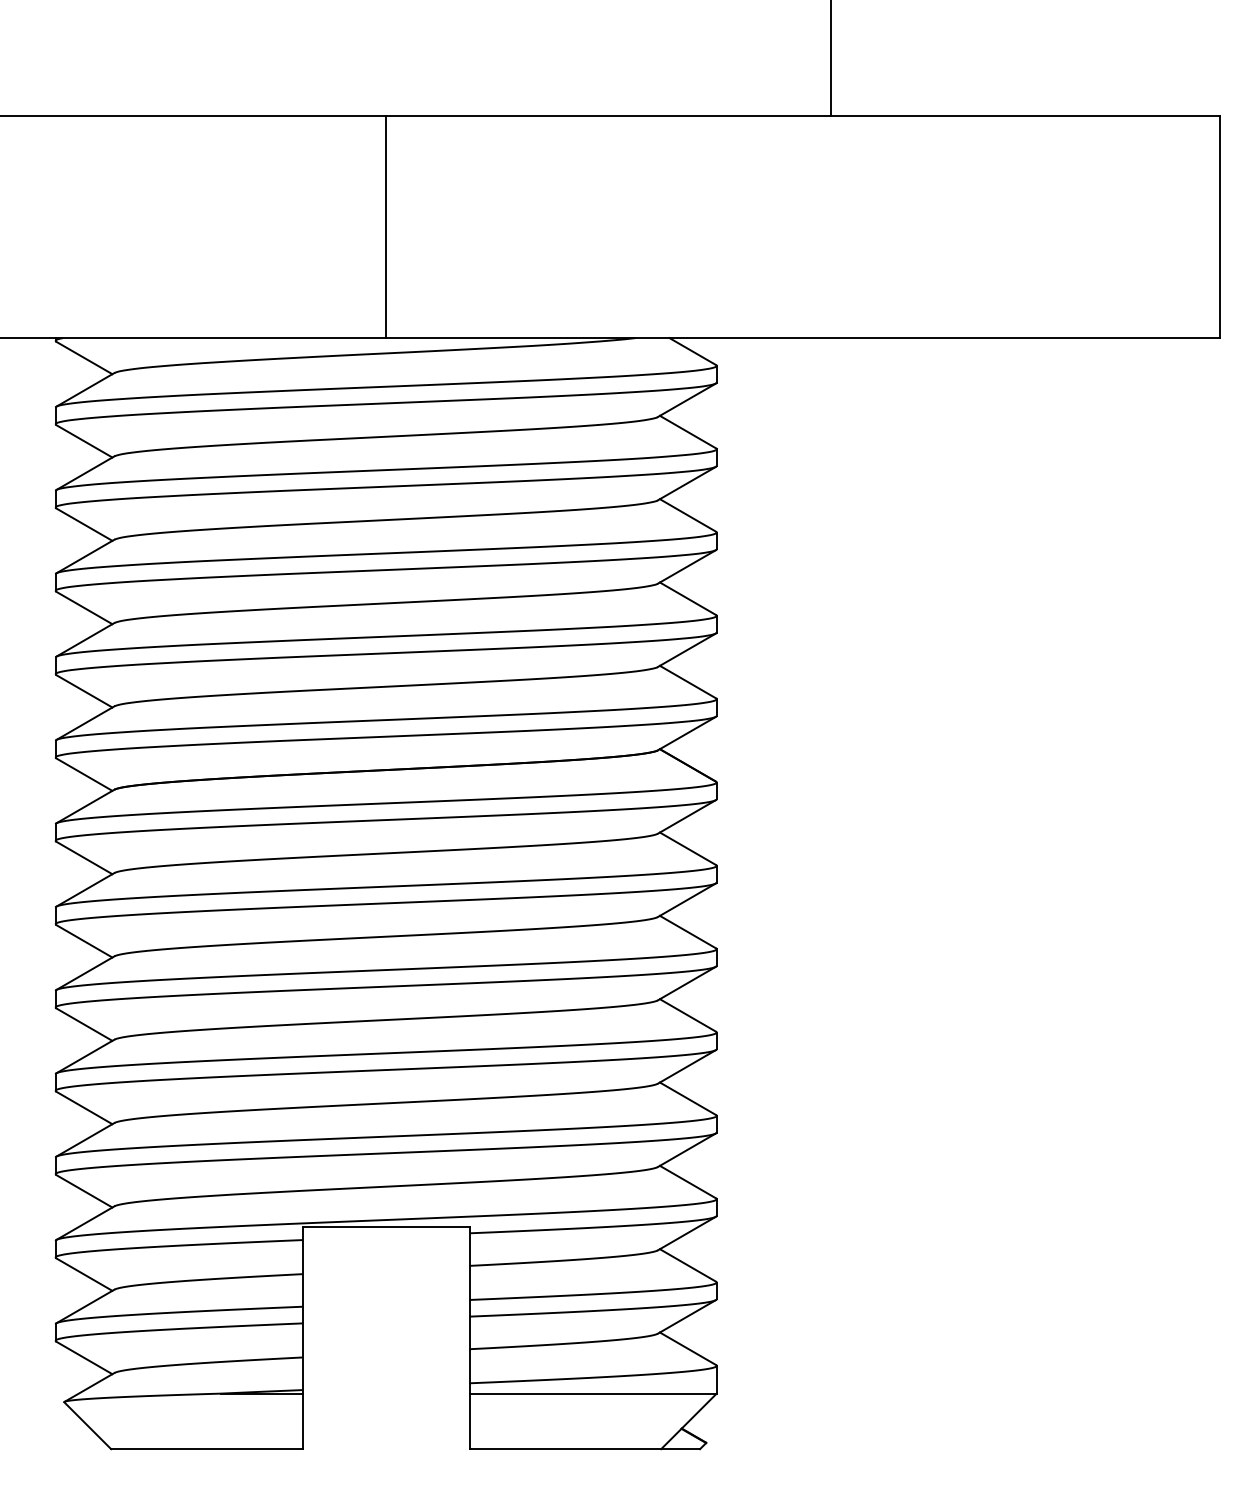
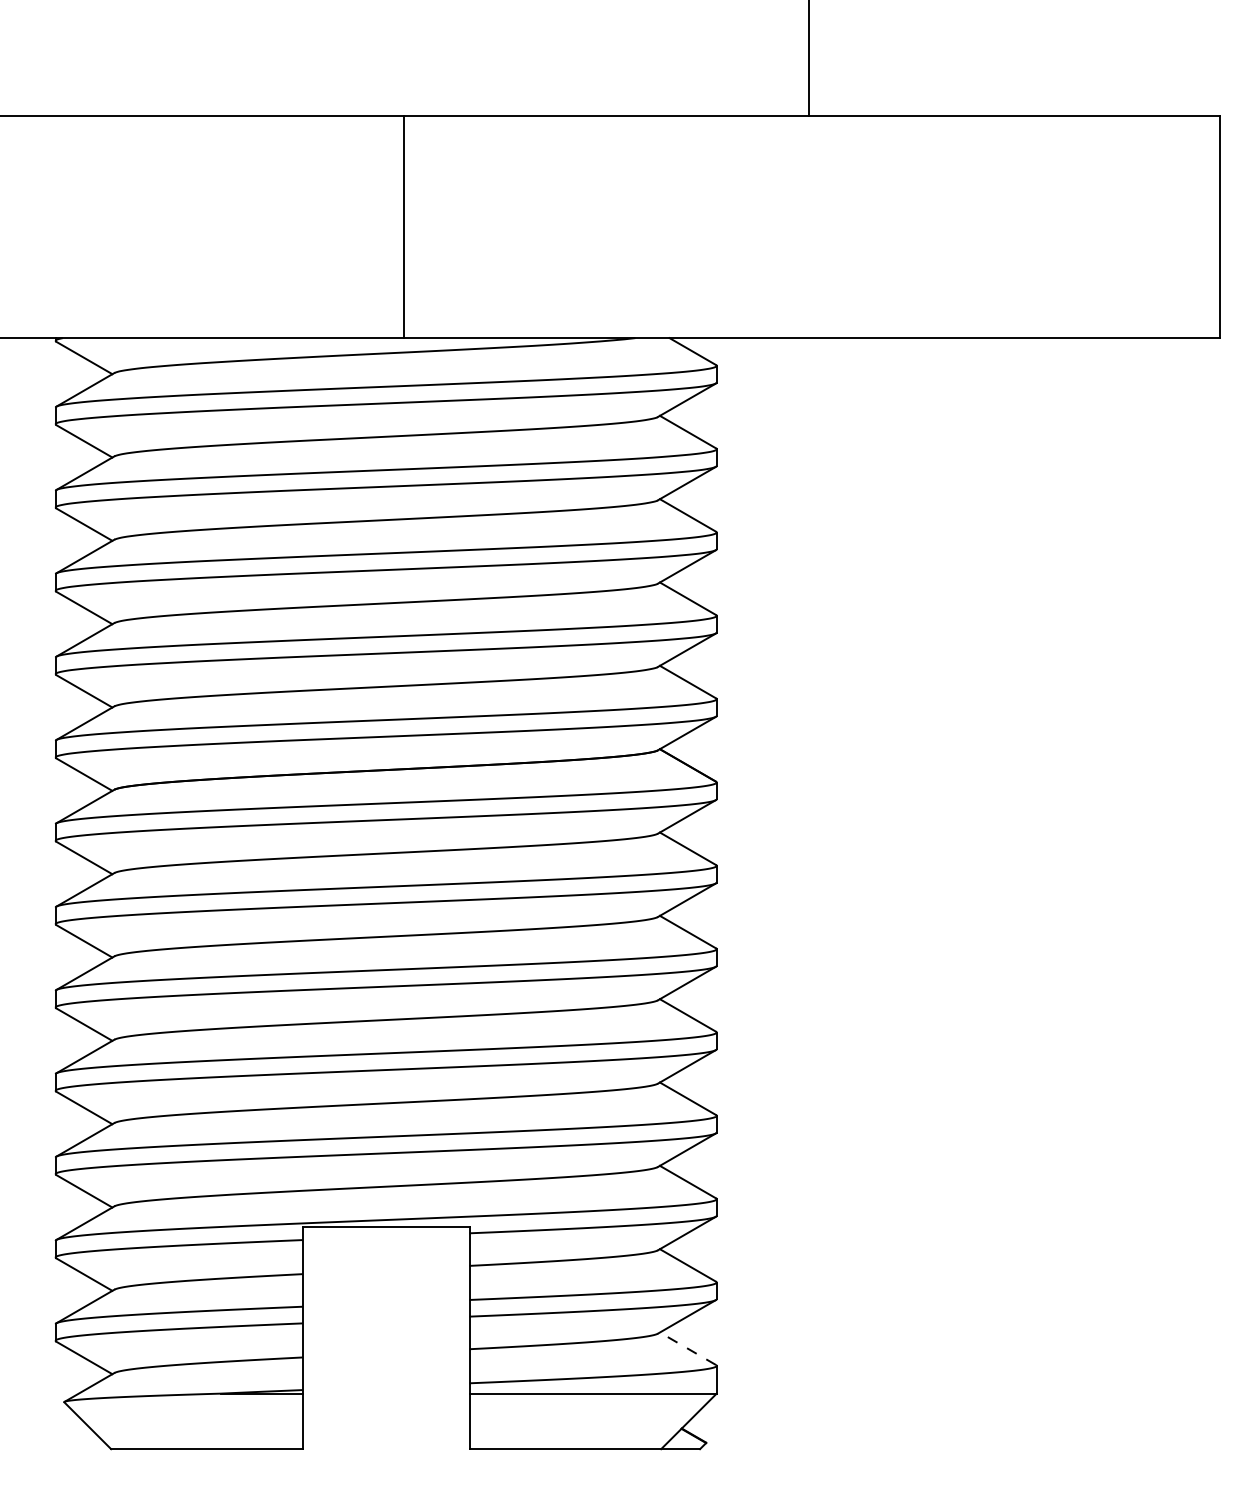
line at (830, 58) position: (830, 58) -> (808, 58)
line at (386, 226) position: (386, 226) -> (404, 226)
line at (687, 1348): solid -> dashed
